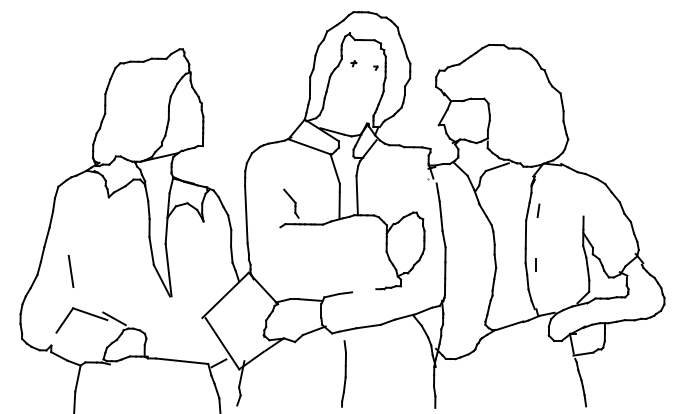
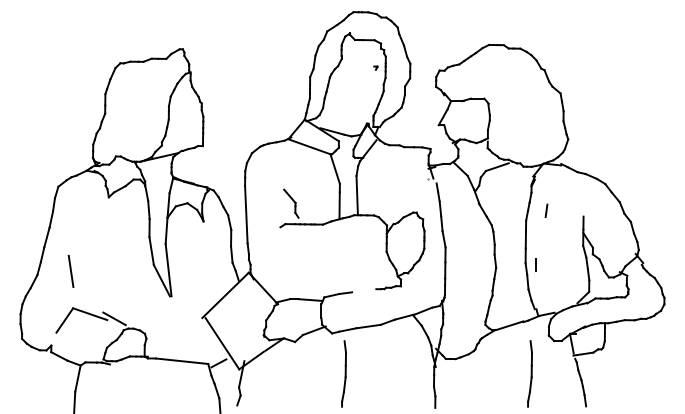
part at (353, 63): present -> none
line at (538, 210) position: (538, 210) -> (546, 210)
part at (529, 373): none -> present
